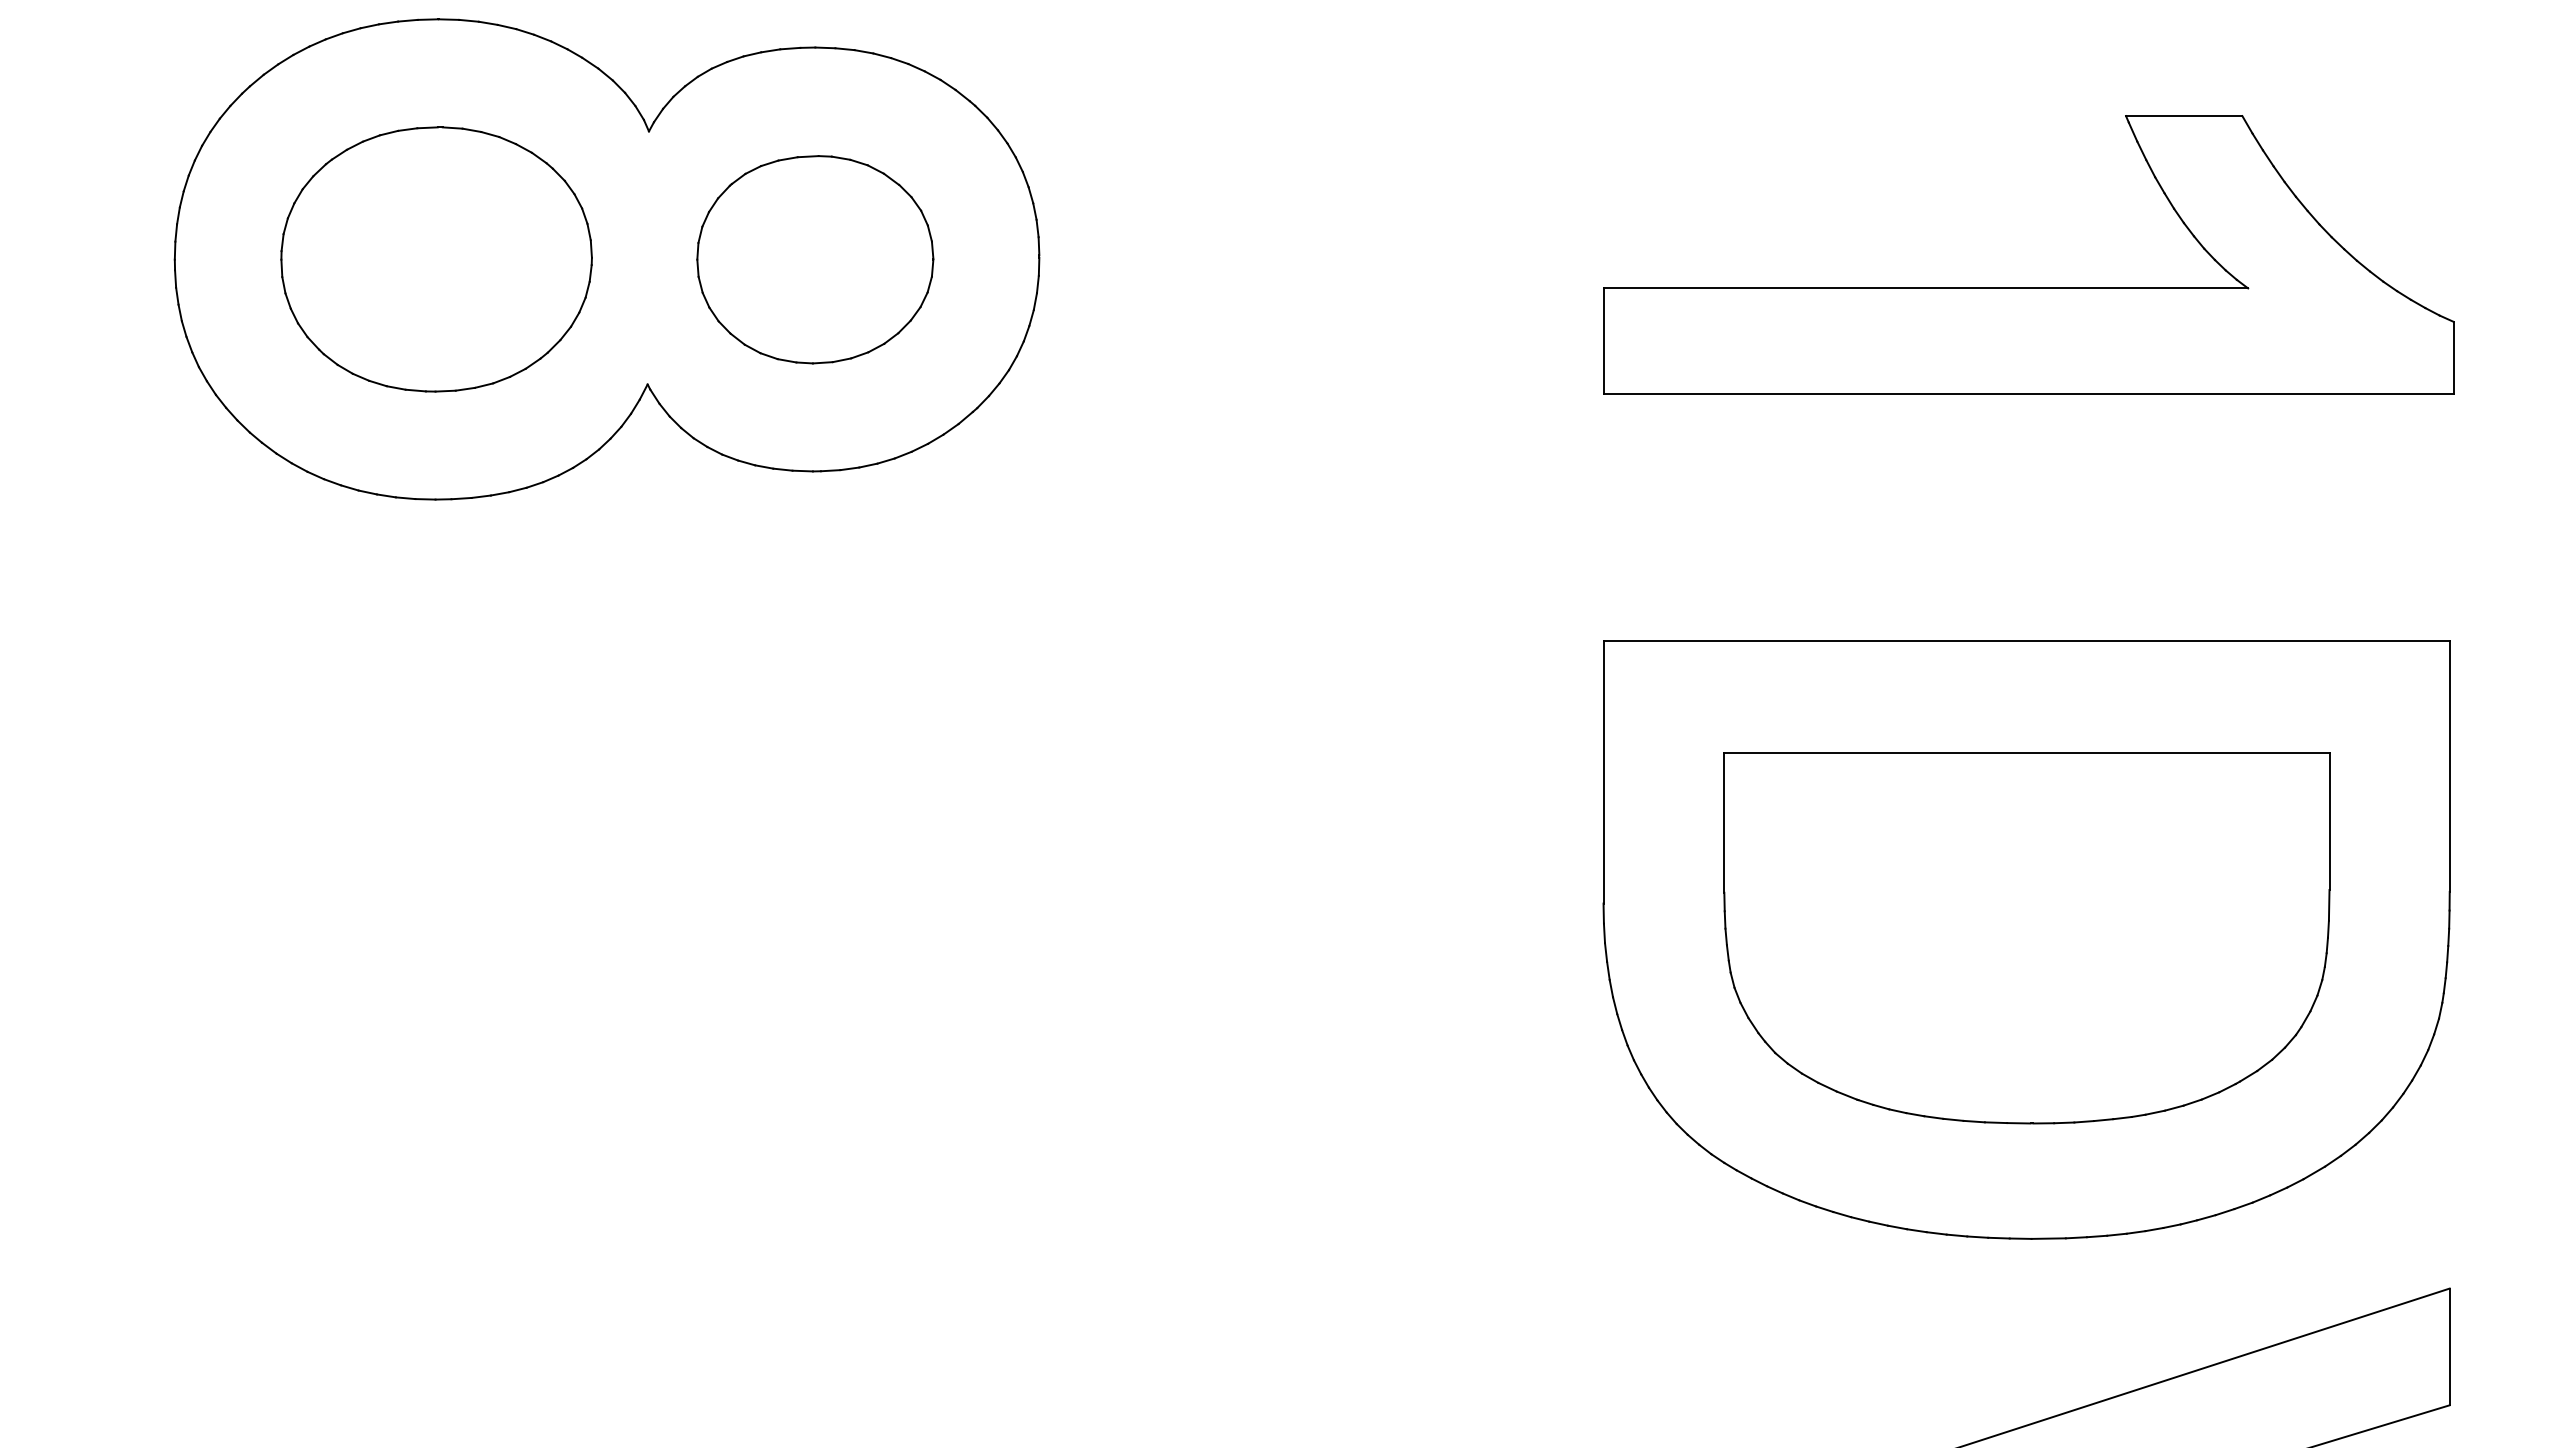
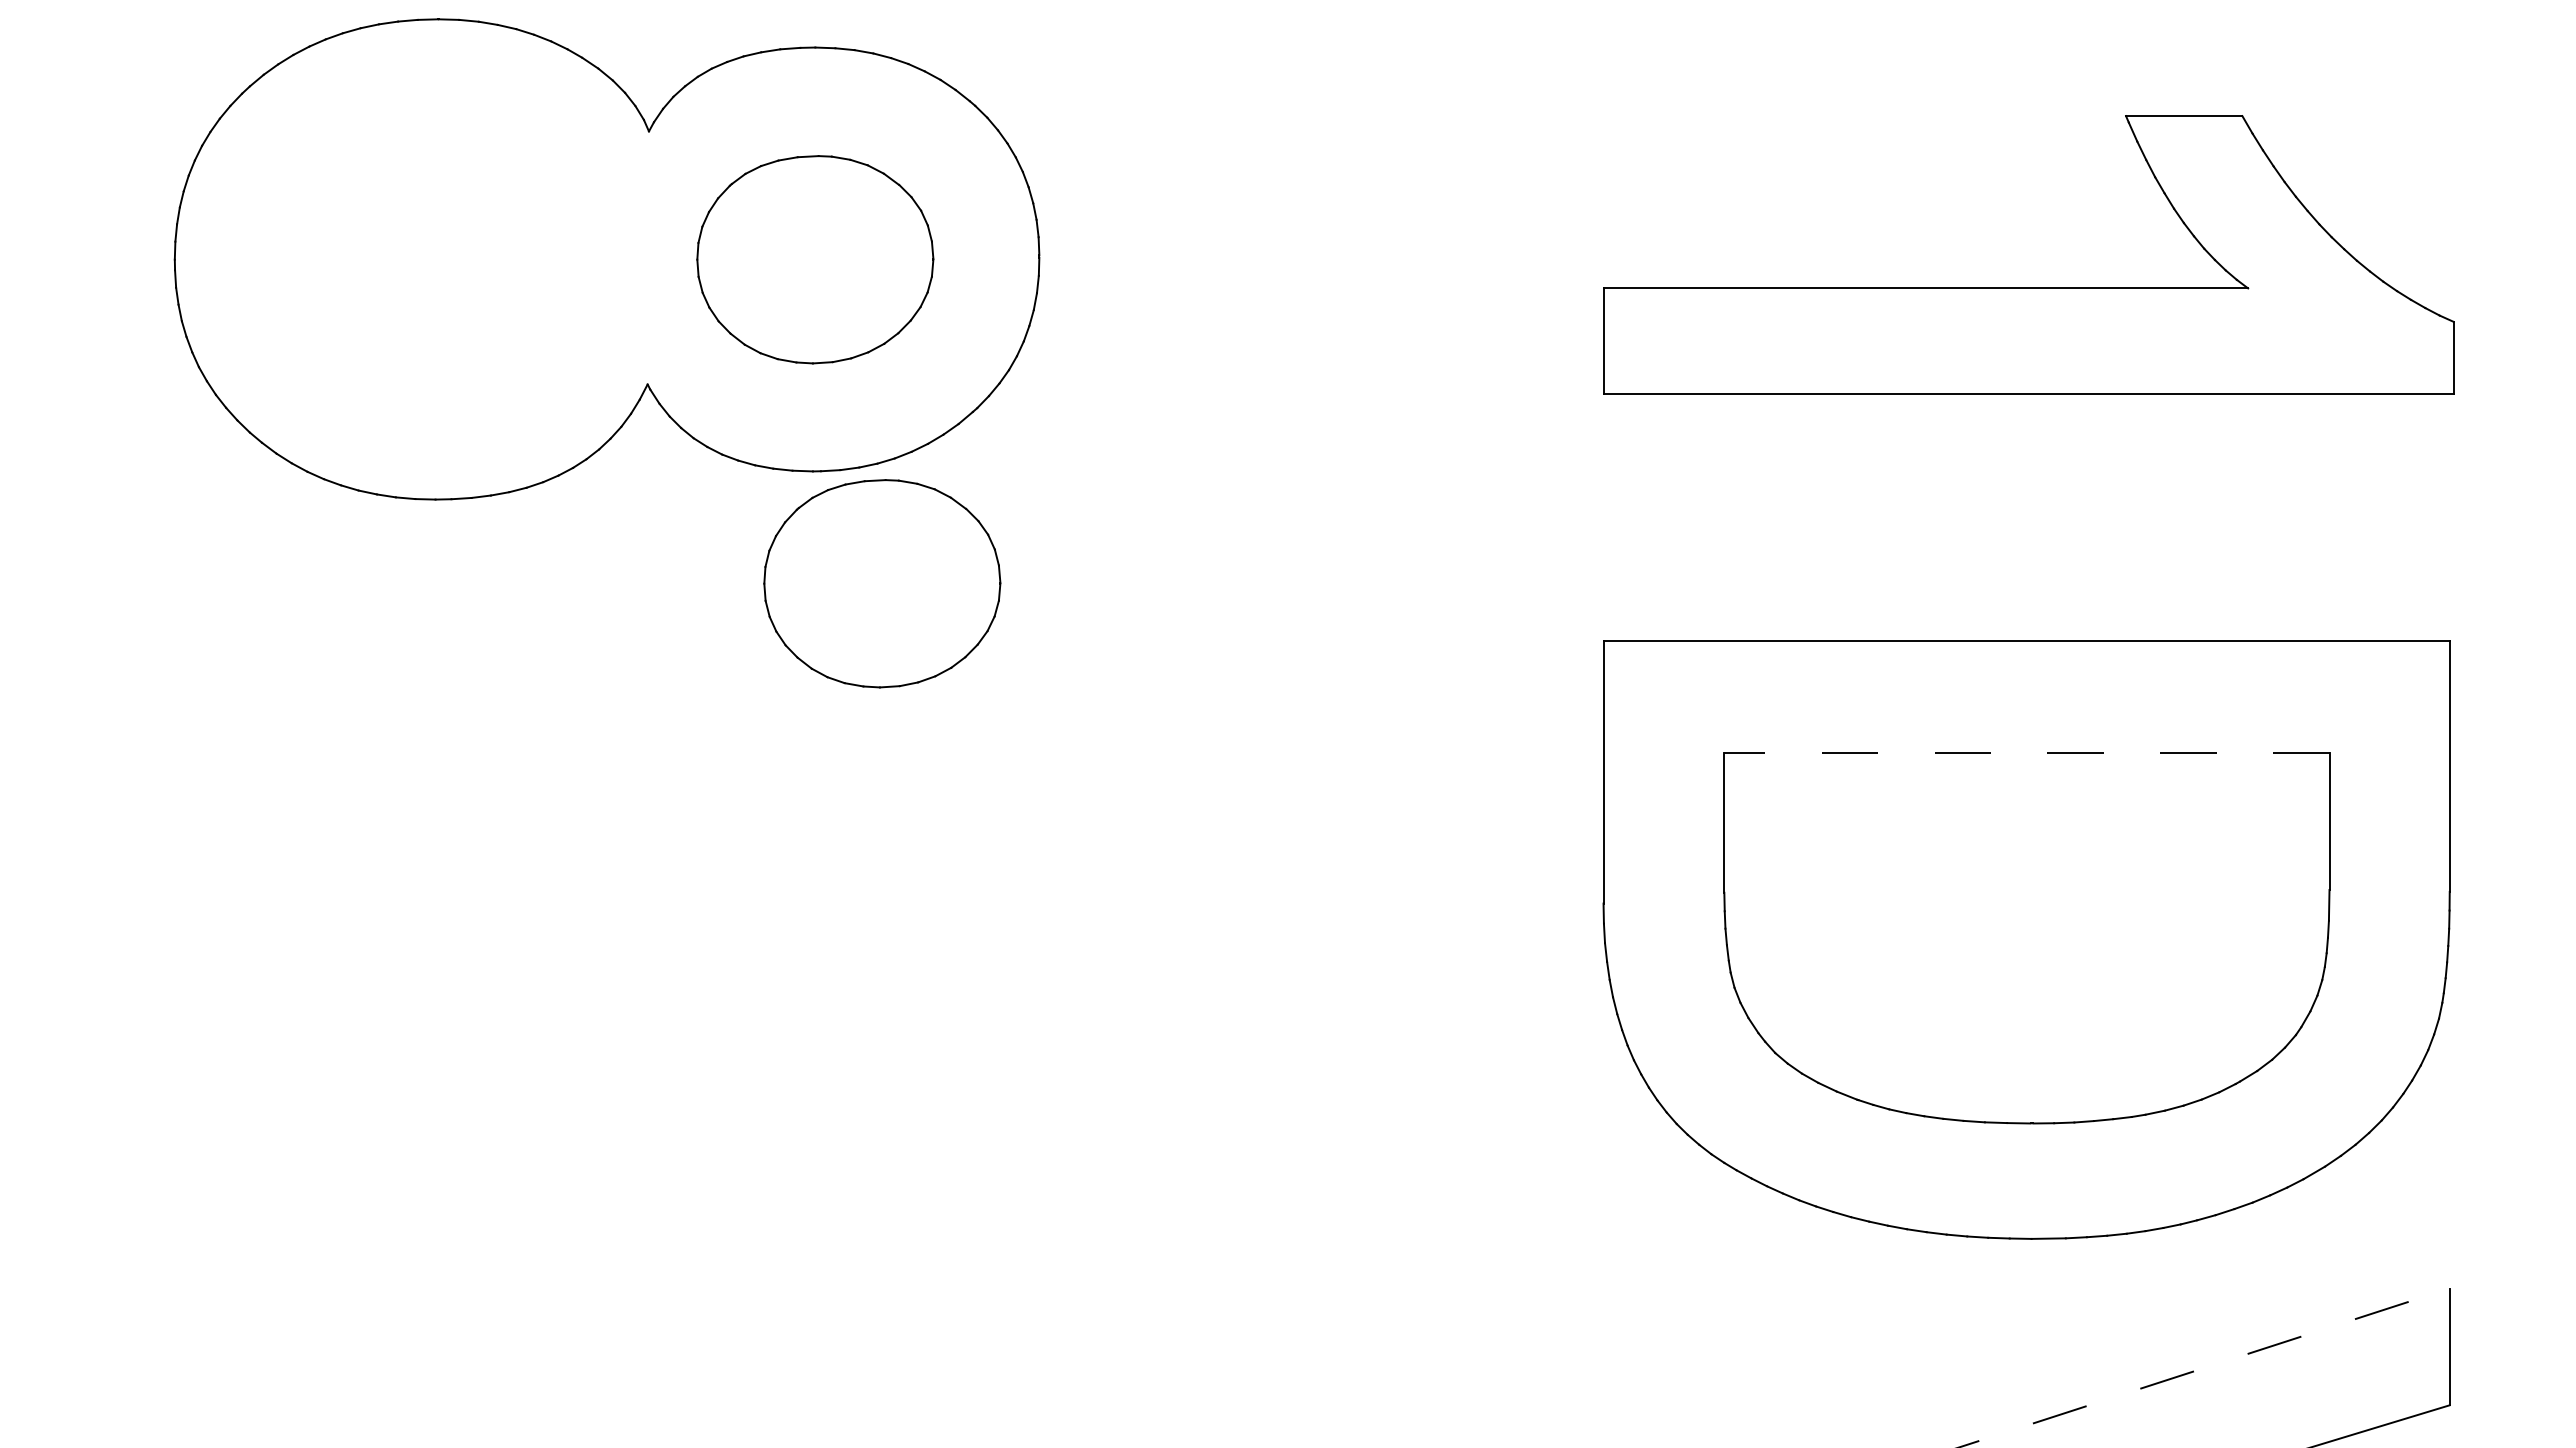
part at (436, 259): present -> none
part at (882, 583): none -> present
line at (2026, 753): solid -> dashed
line at (2204, 1368): solid -> dashed
